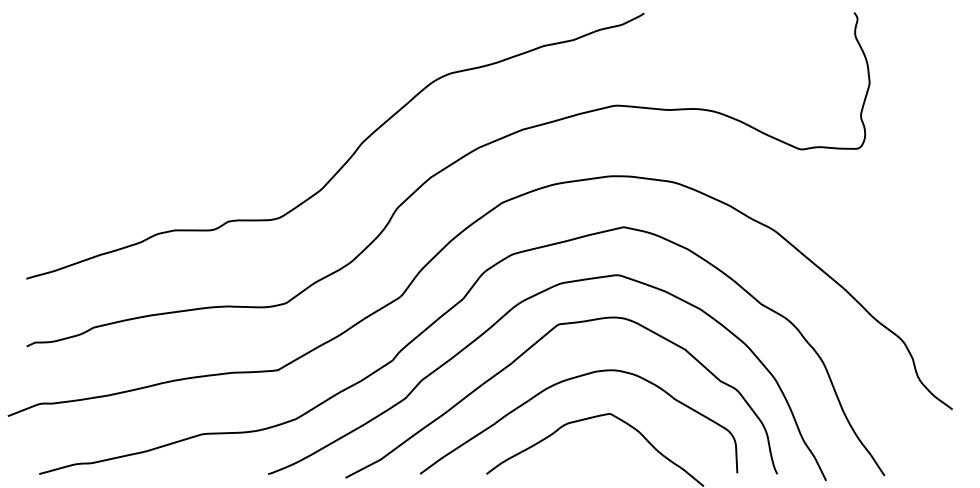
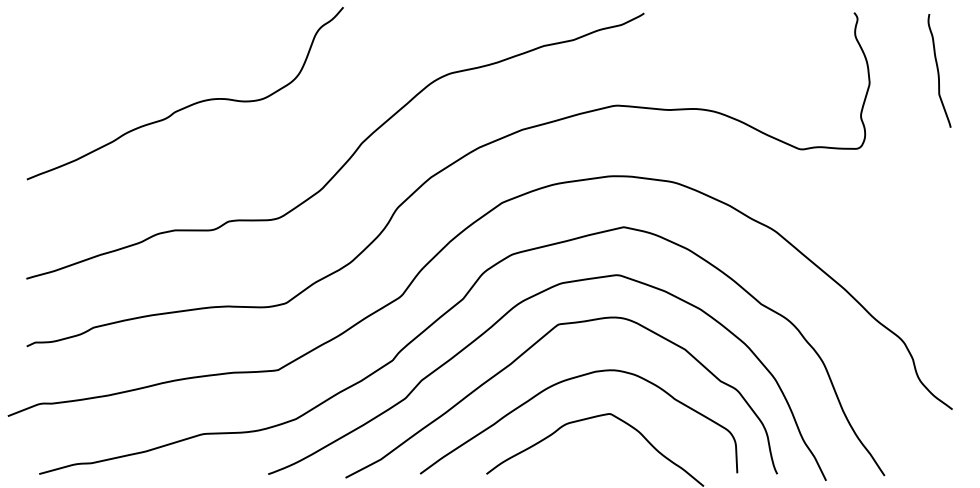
curve at (938, 70): none -> present
curve at (187, 105): none -> present
